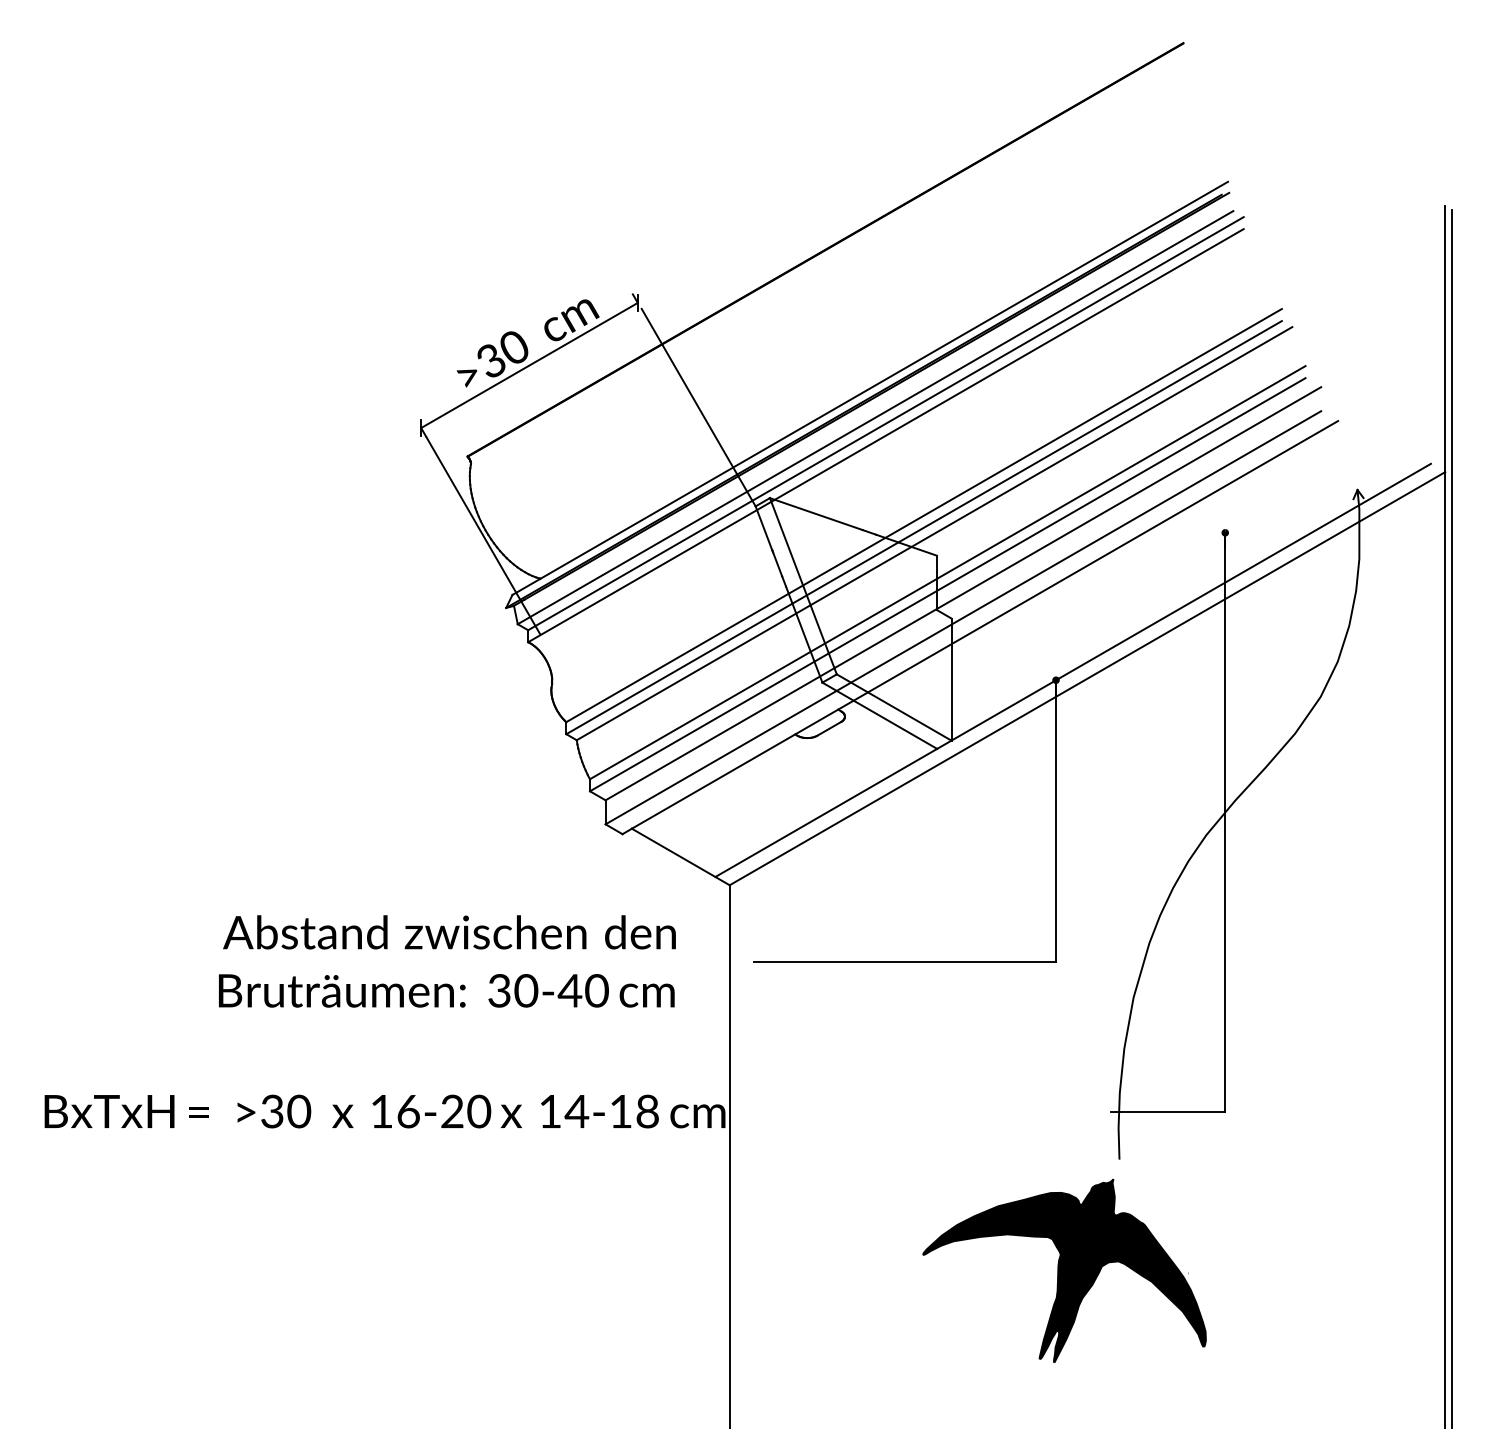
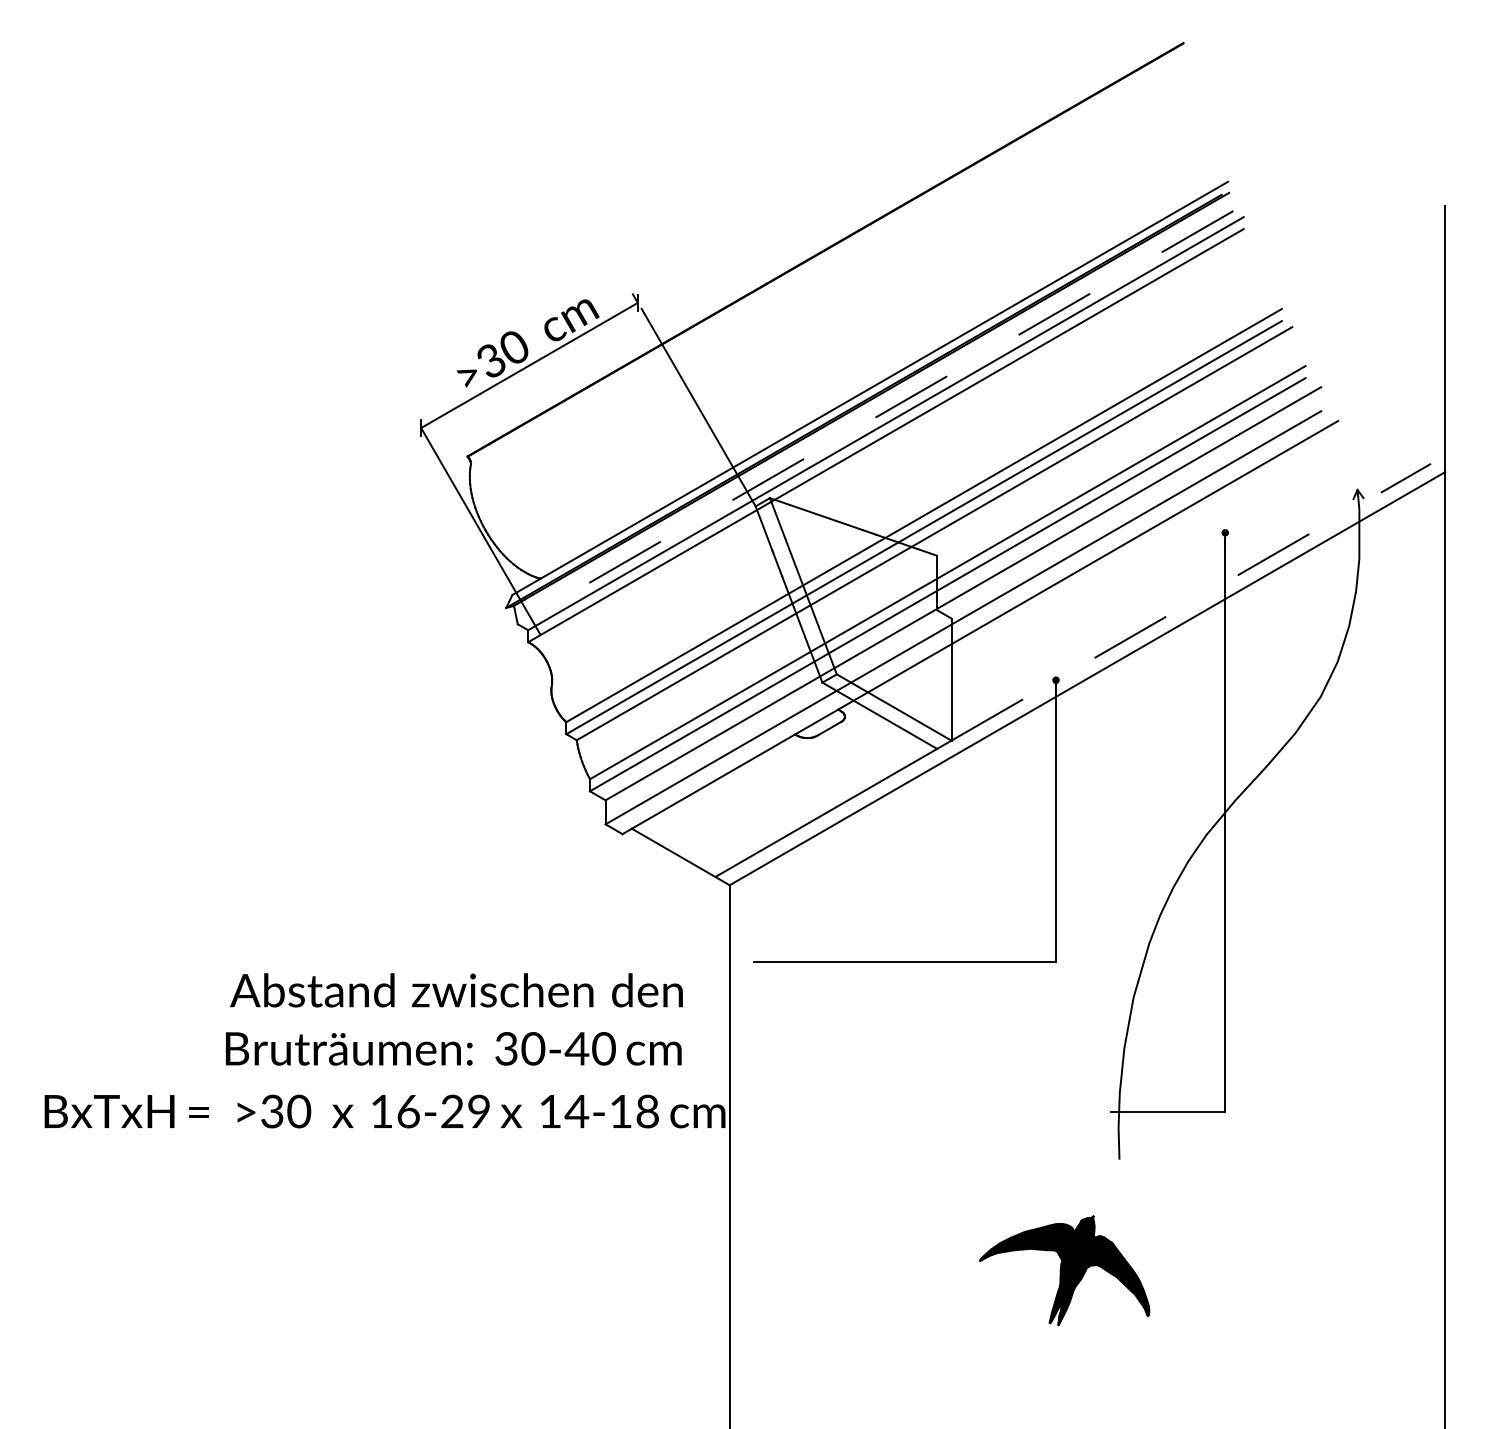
line at (875, 417): solid -> dashed
line at (1191, 602): solid -> dashed
line at (1452, 817): present -> none
text at (447, 961) position: (447, 961) -> (454, 1019)
text at (479, 1112): 16-20 -> 16-29
part at (1064, 1270) size: 285x185 px -> 172x111 px
